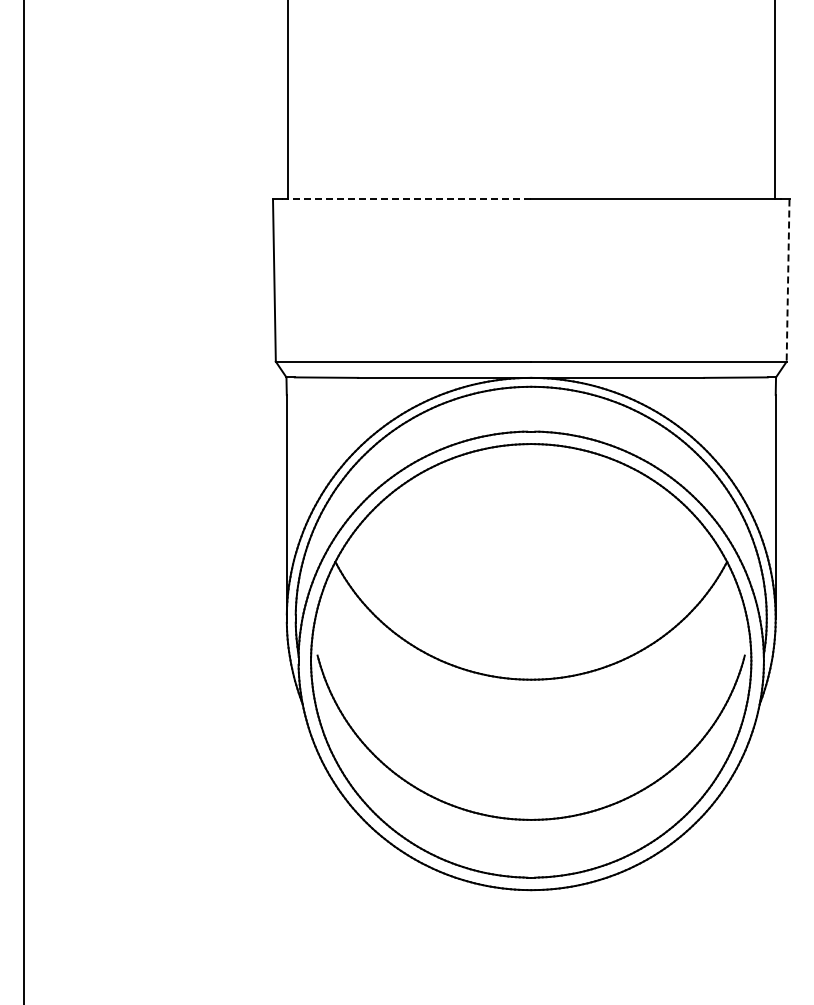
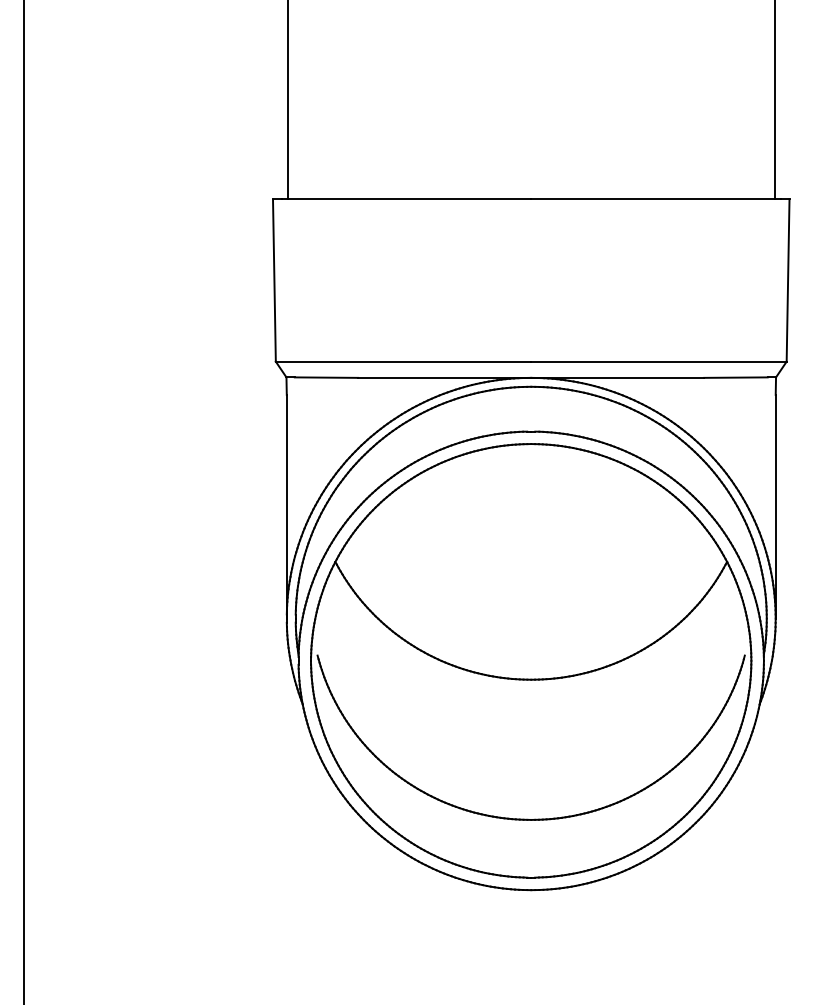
line at (406, 199): dashed -> solid
line at (788, 281): dashed -> solid
